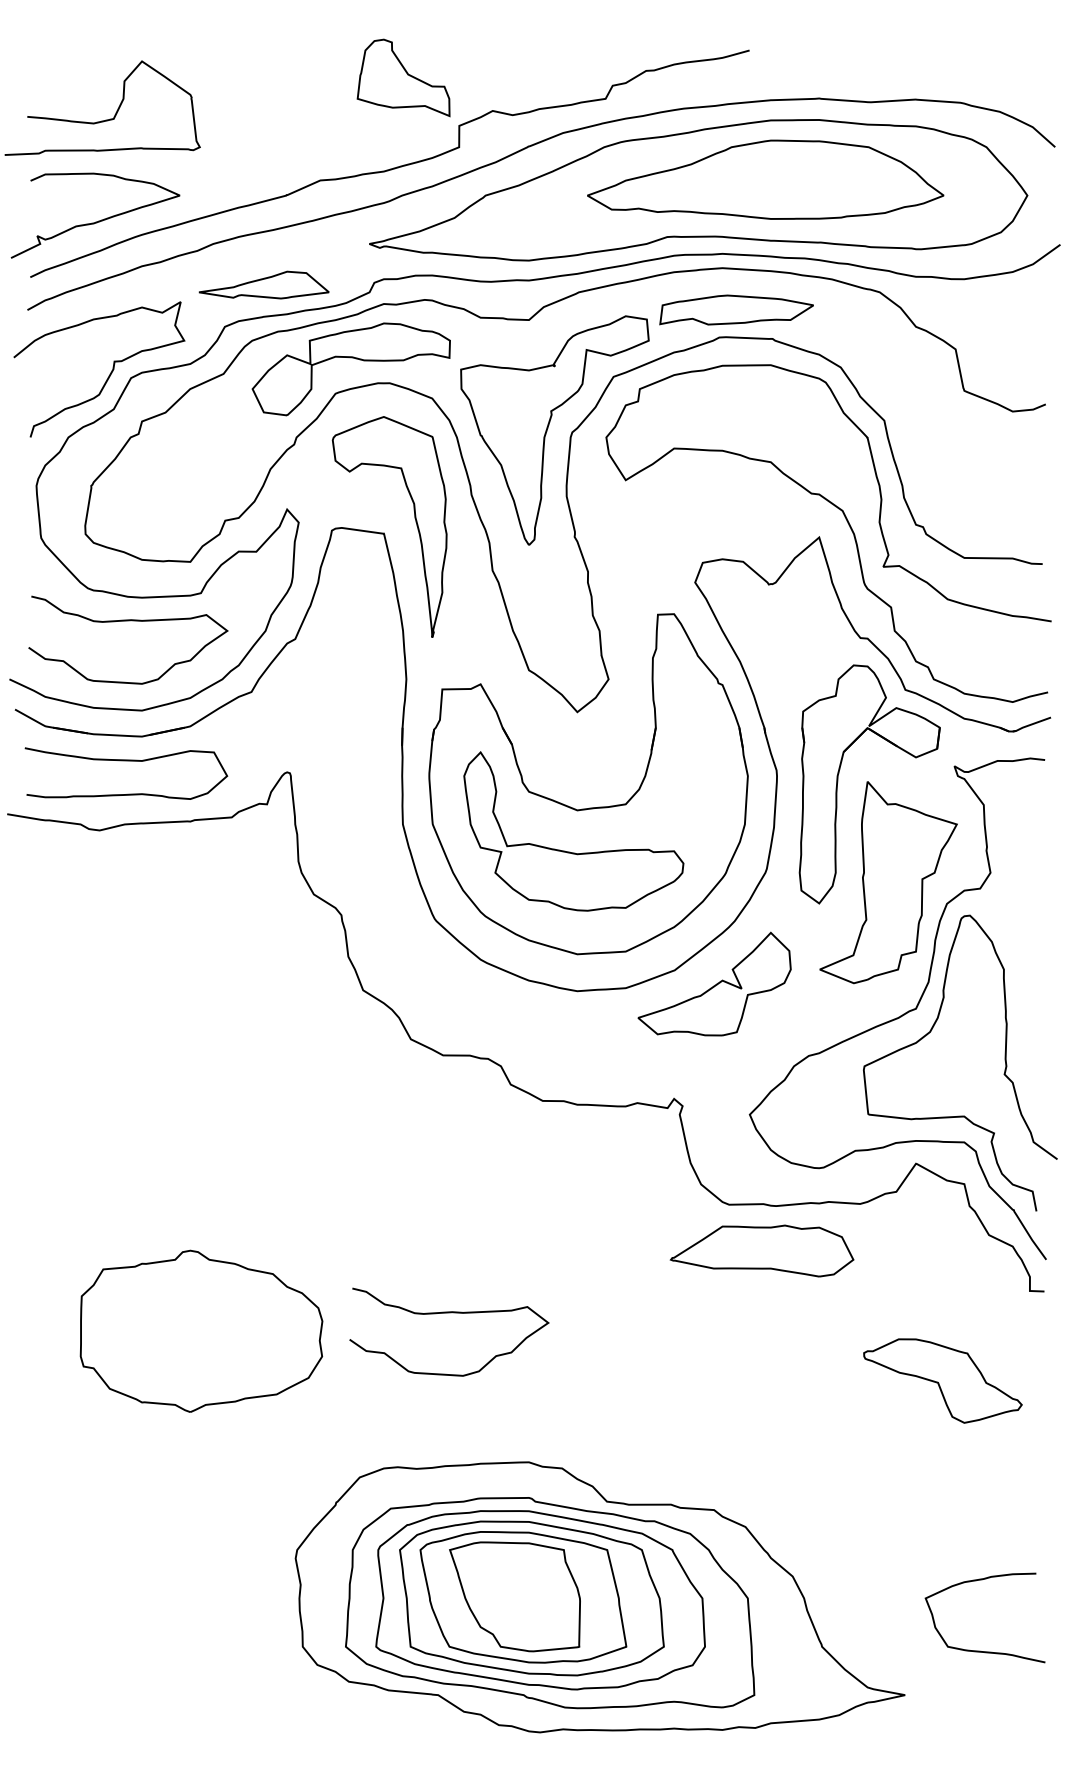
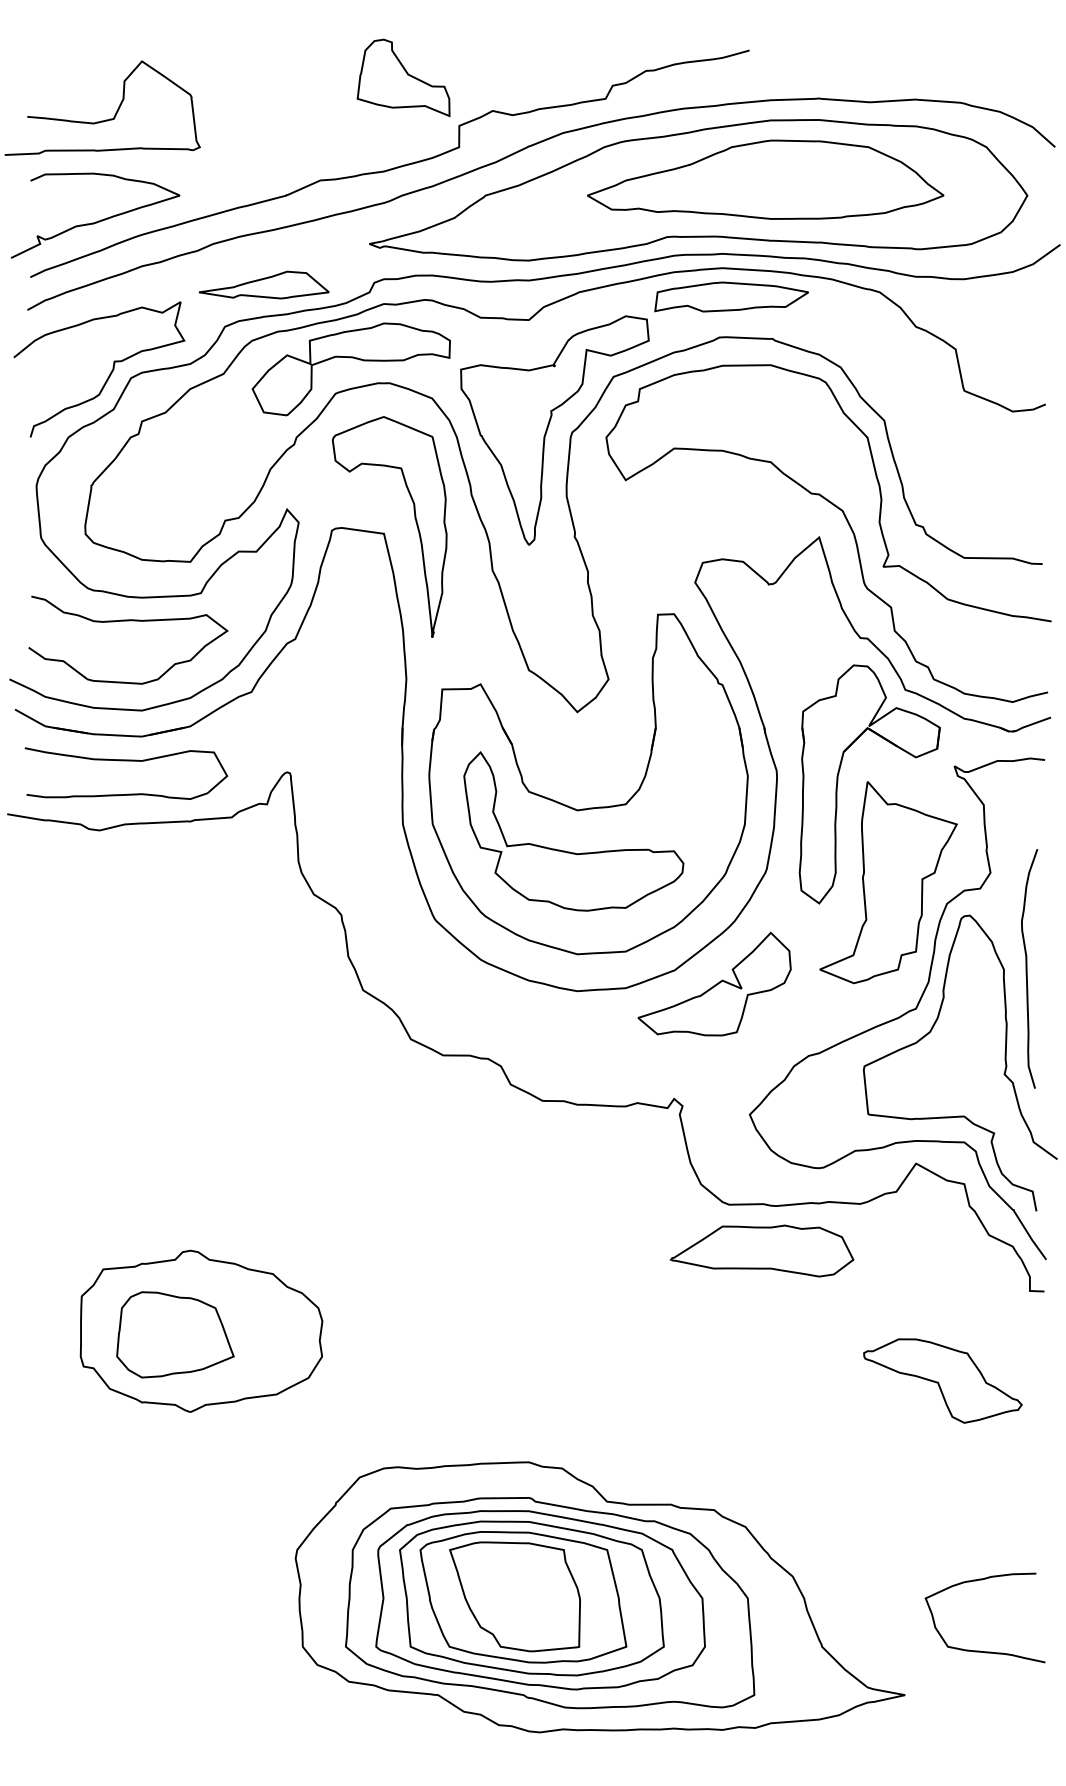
part at (736, 309) position: (736, 309) -> (731, 296)
curve at (1027, 968): none -> present
curve at (449, 1313): present -> none
part at (175, 1334): none -> present
